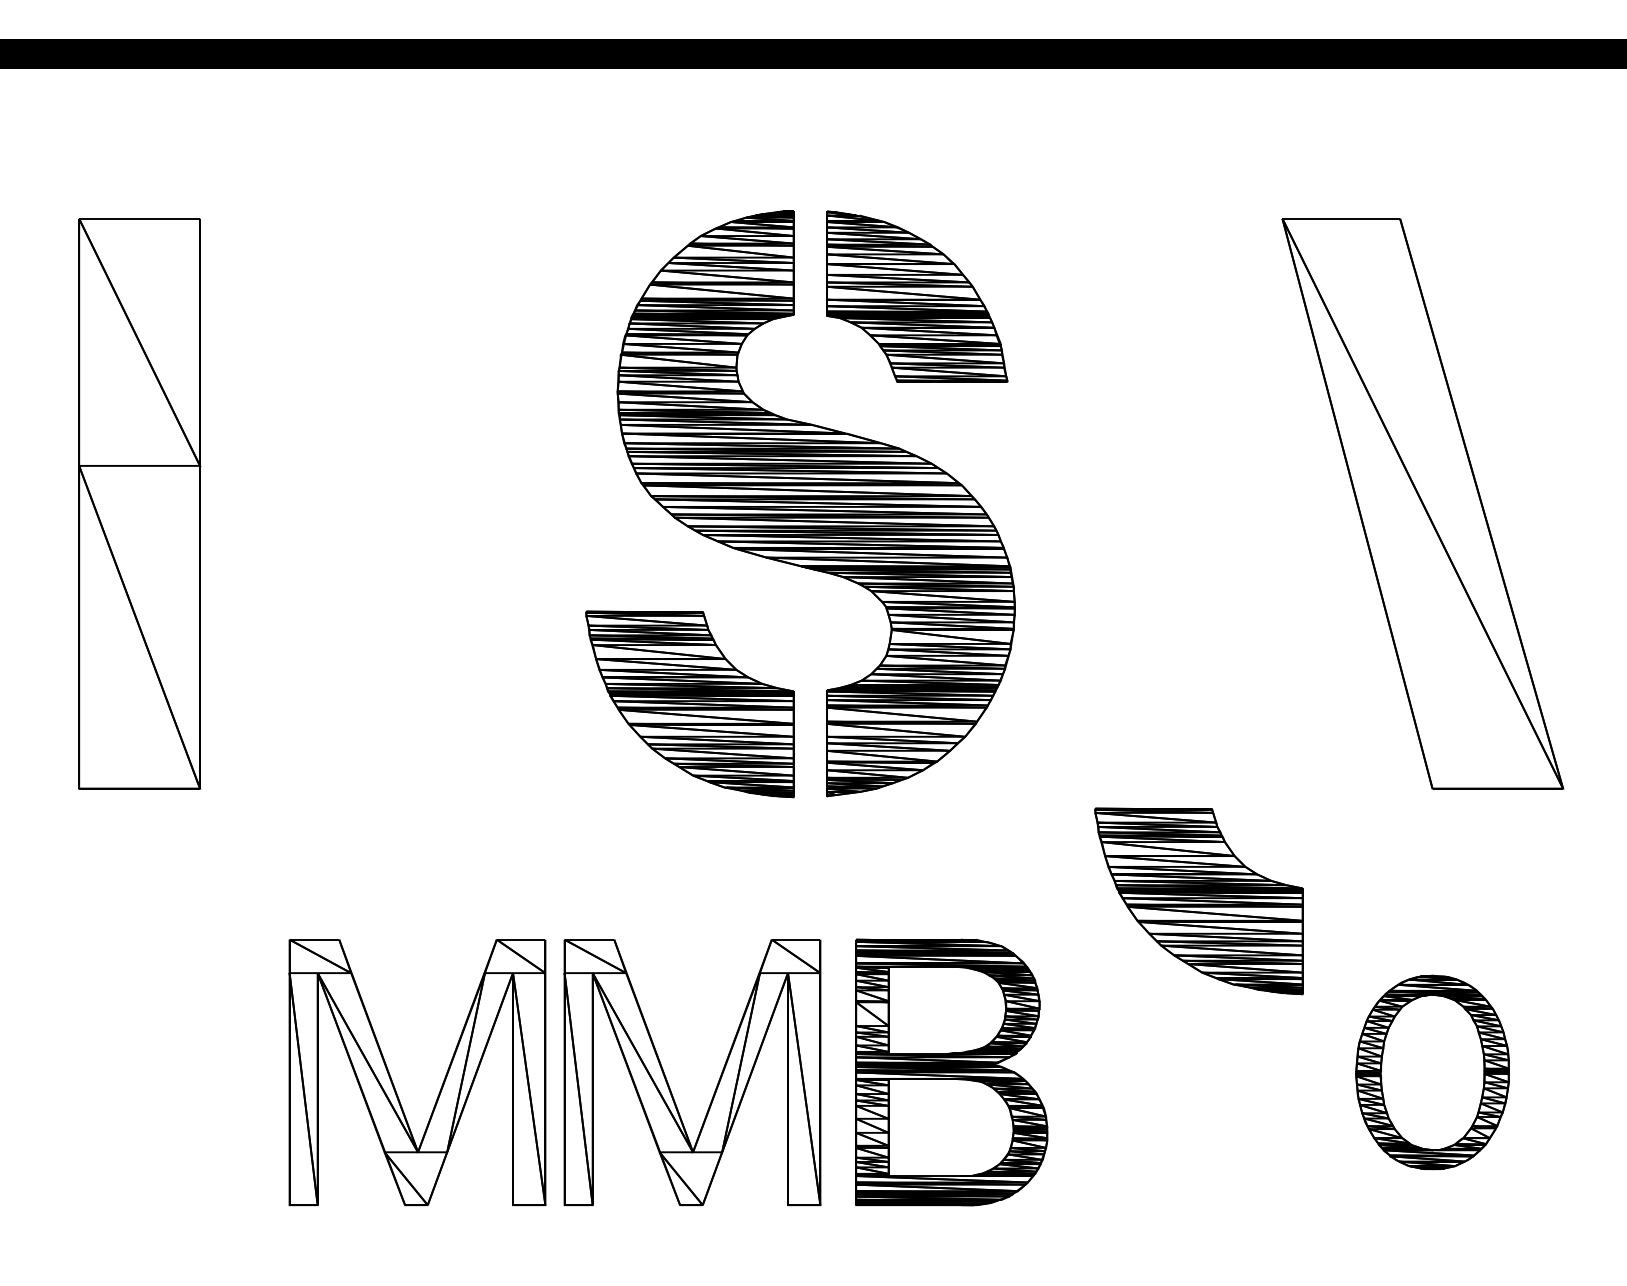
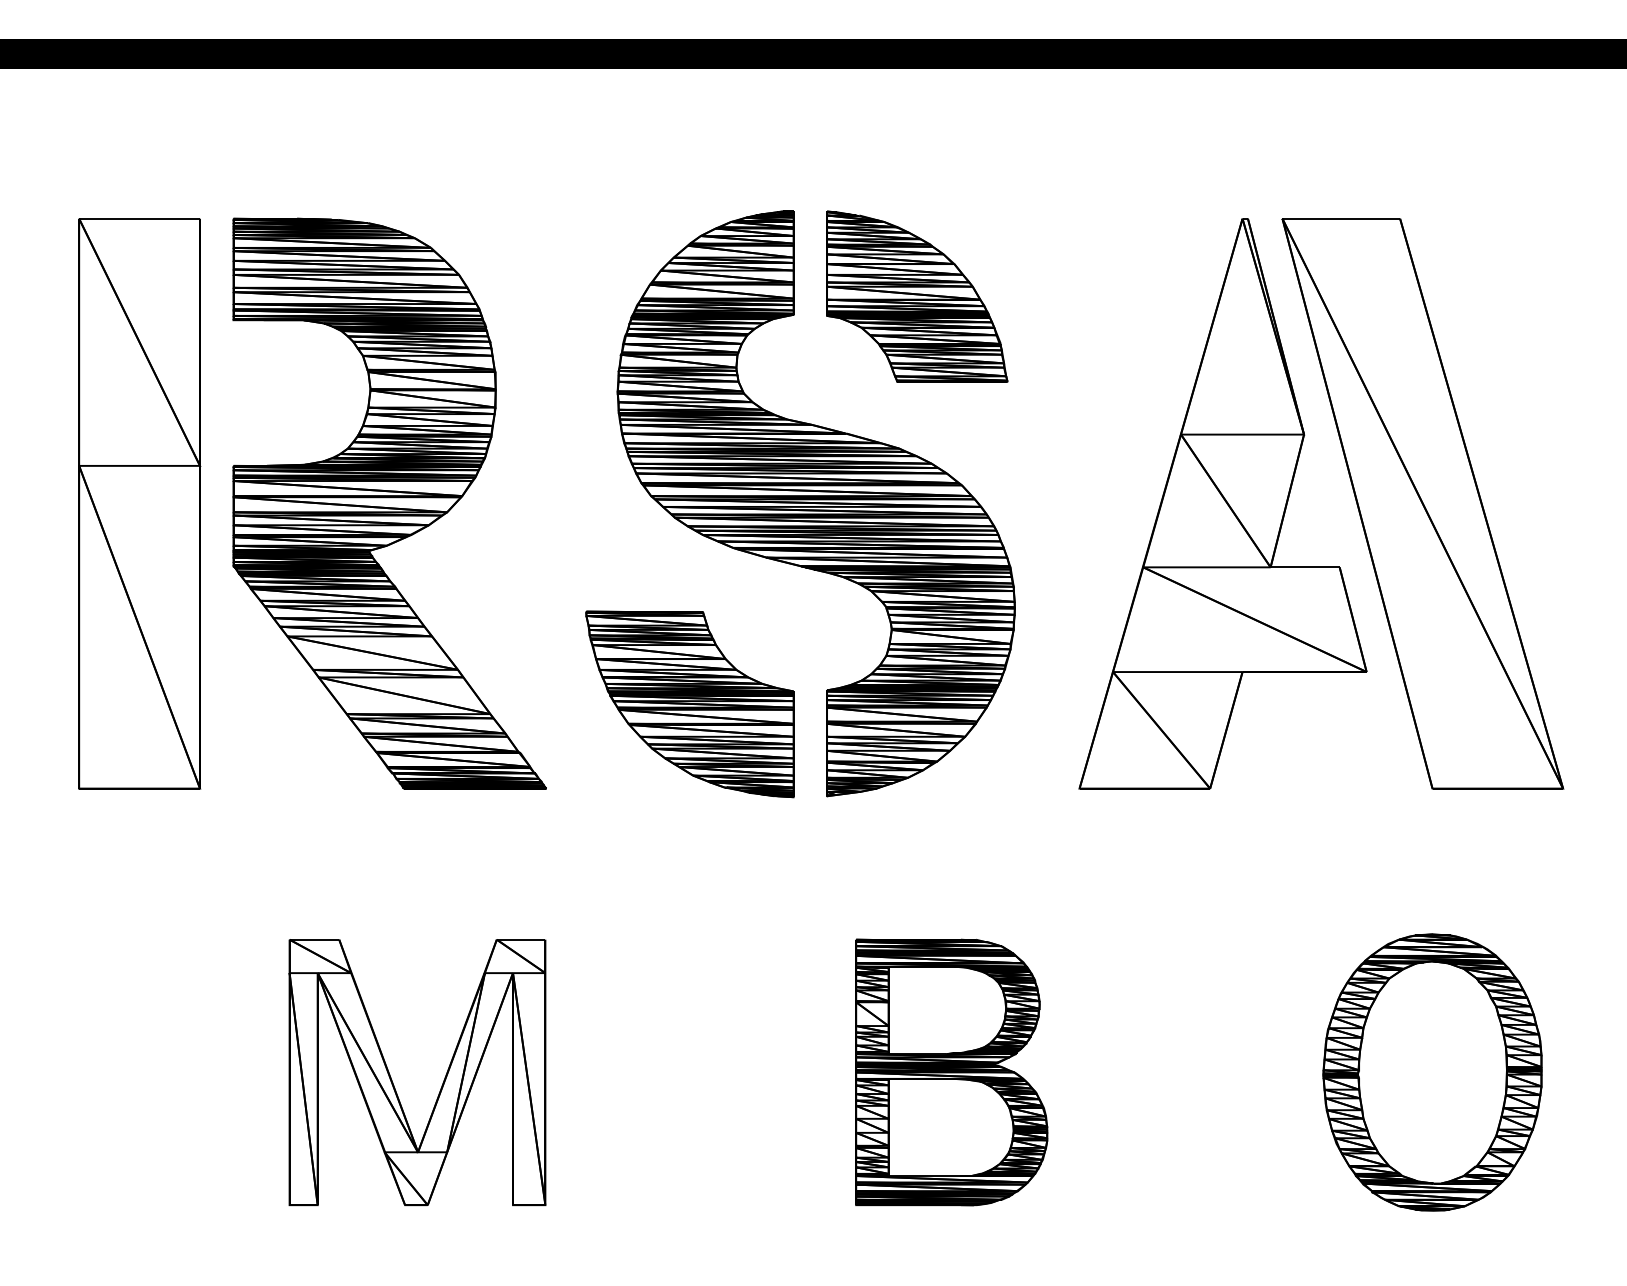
part at (389, 503): none -> present
part at (1222, 503): none -> present
part at (1198, 901): present -> none
part at (1432, 1072) size: 155x197 px -> 221x279 px
part at (668, 1082): present -> none
